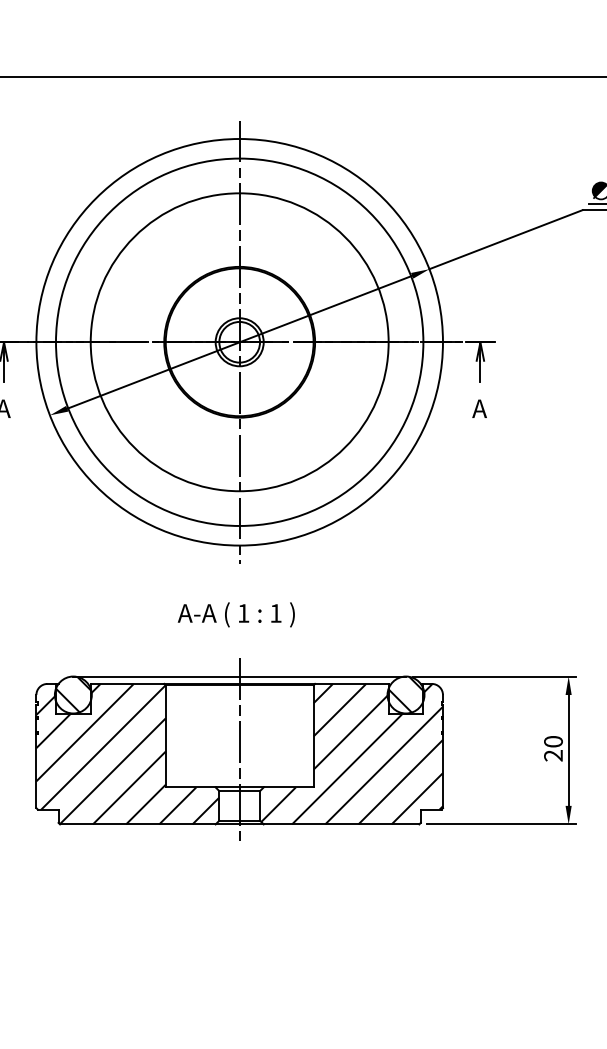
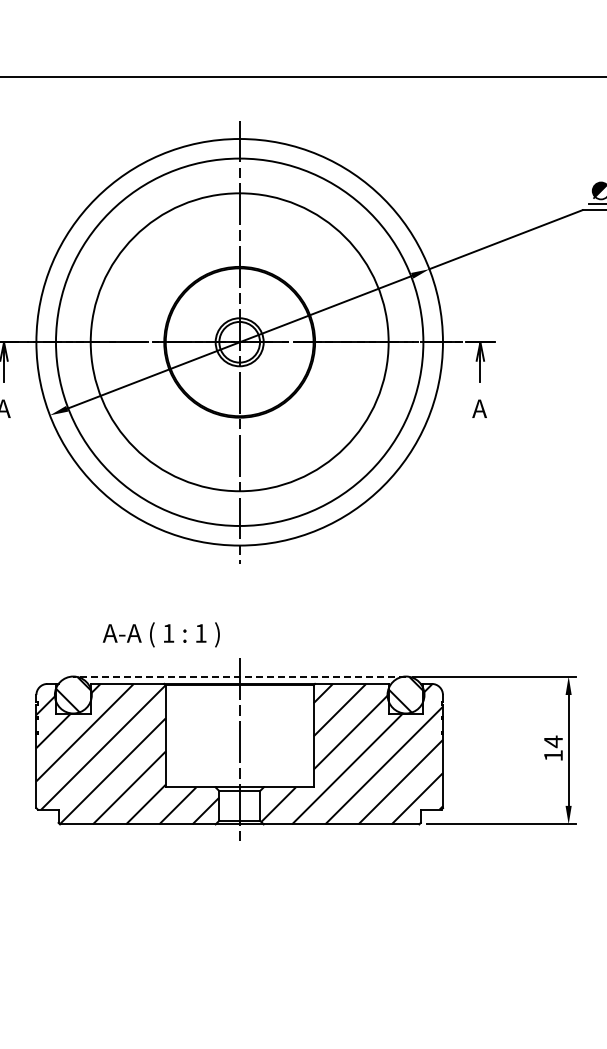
text at (235, 614) position: (235, 614) -> (160, 634)
line at (239, 676): solid -> dashed
text at (553, 748): 20 -> 14
